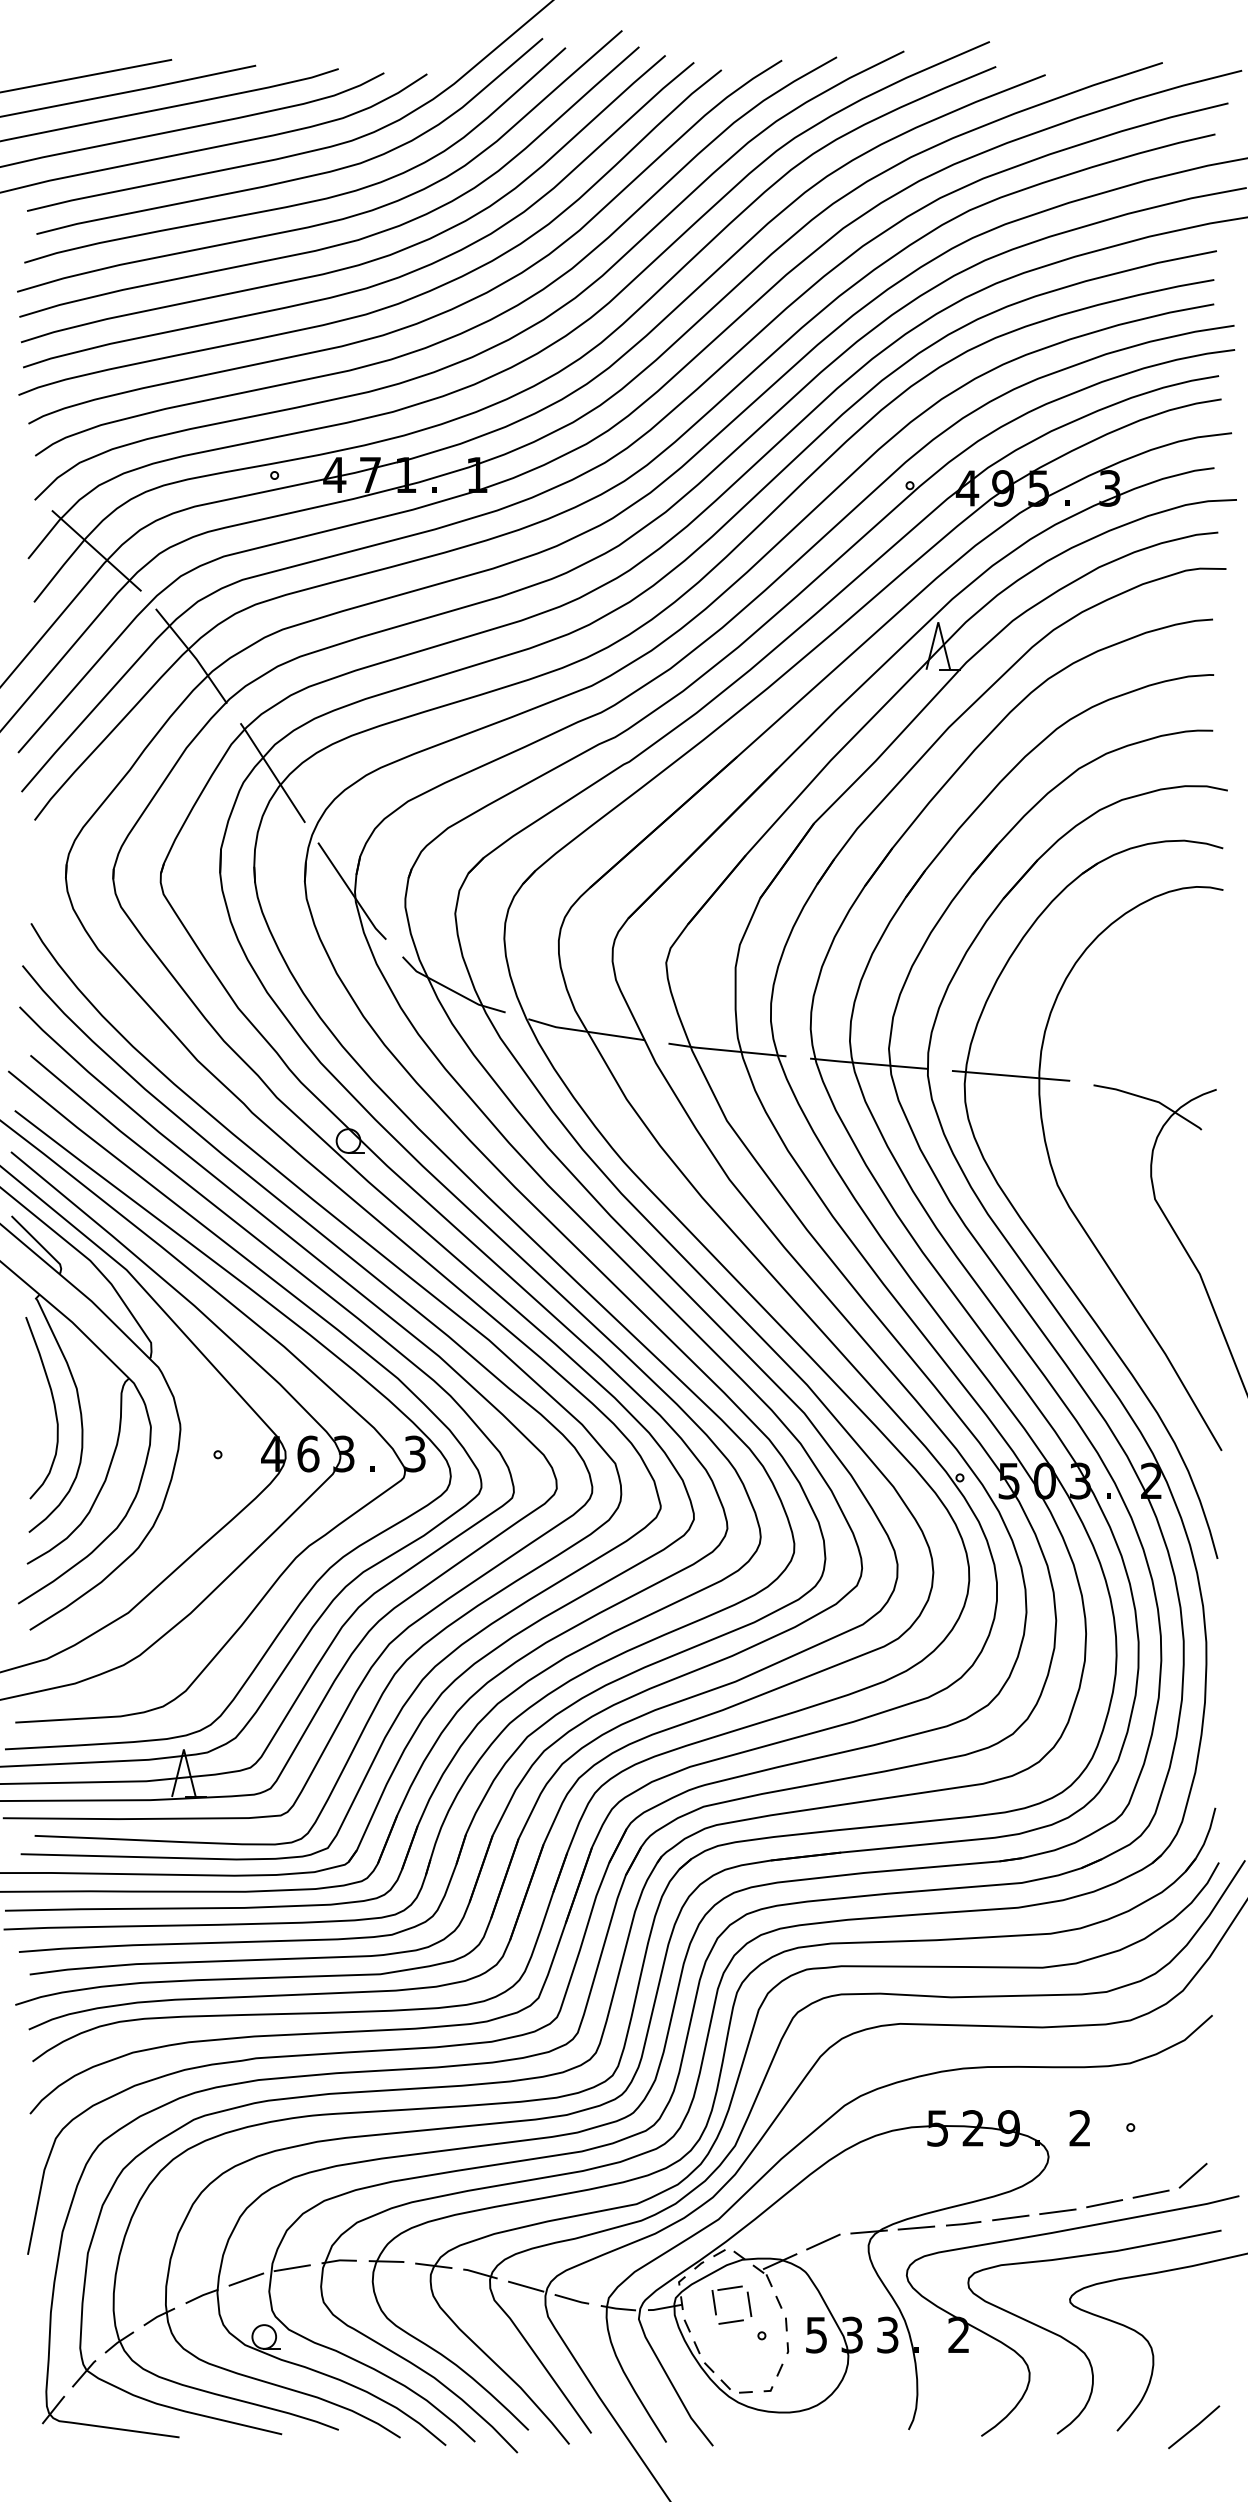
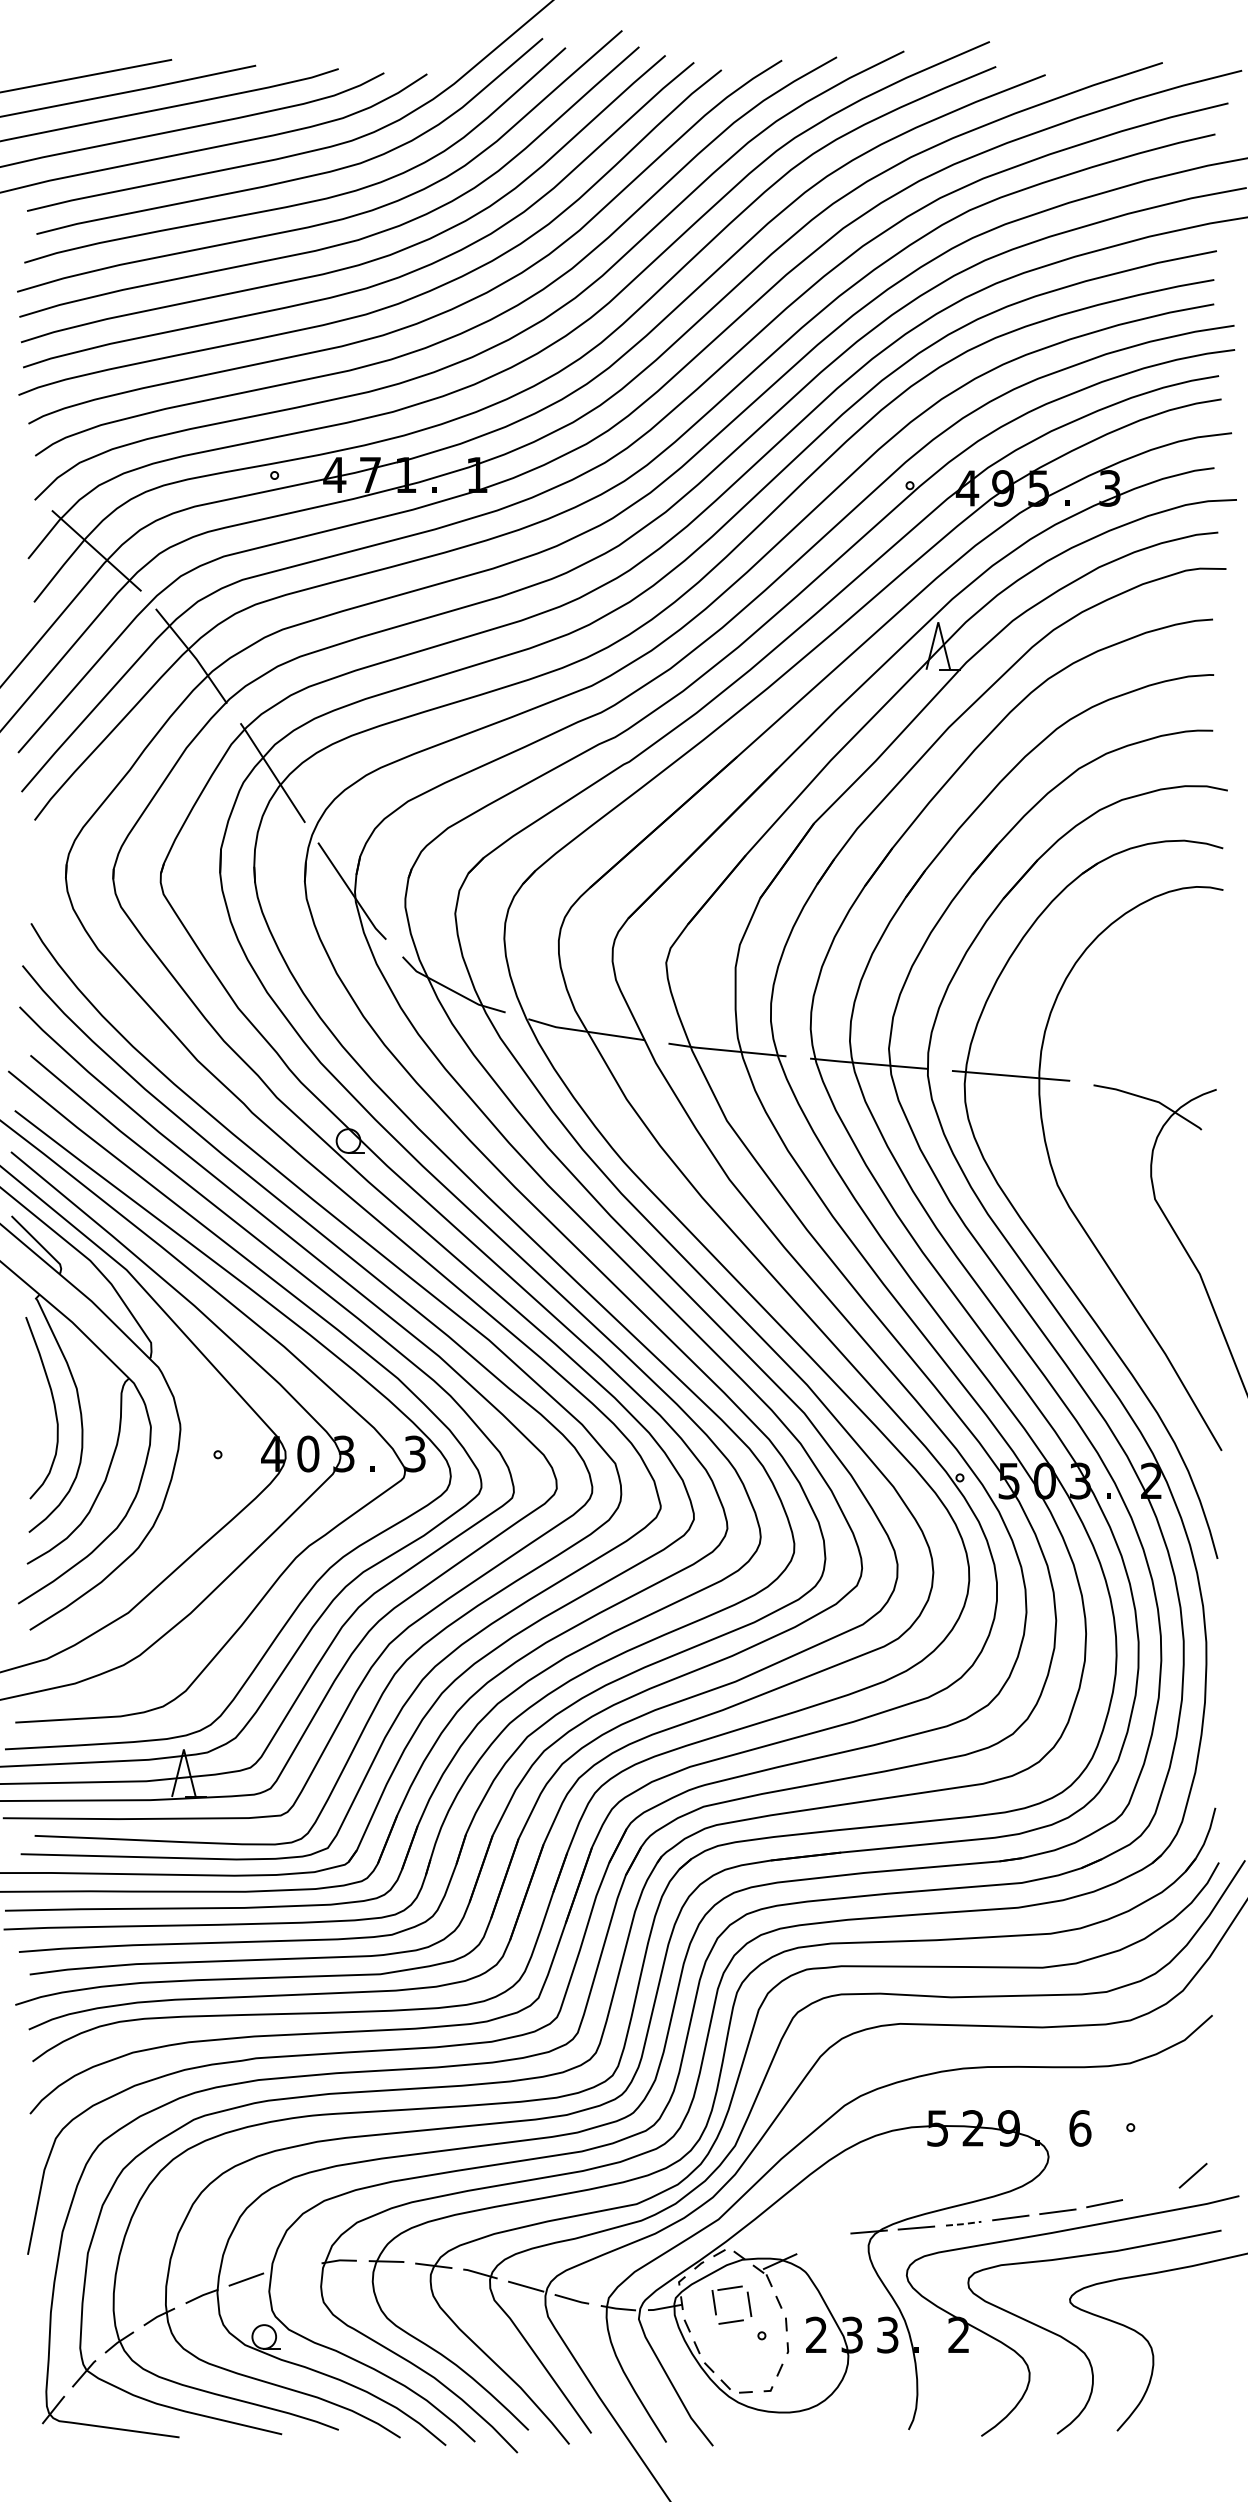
text at (308, 1453): 6 -> 0
text at (1080, 2128): 2 -> 6
line at (1150, 2193): present -> none
line at (963, 2224): solid -> dashed
line at (823, 2241): present -> none
line at (291, 2268): present -> none
text at (816, 2334): 5 -> 2
line at (1194, 2427): present -> none
